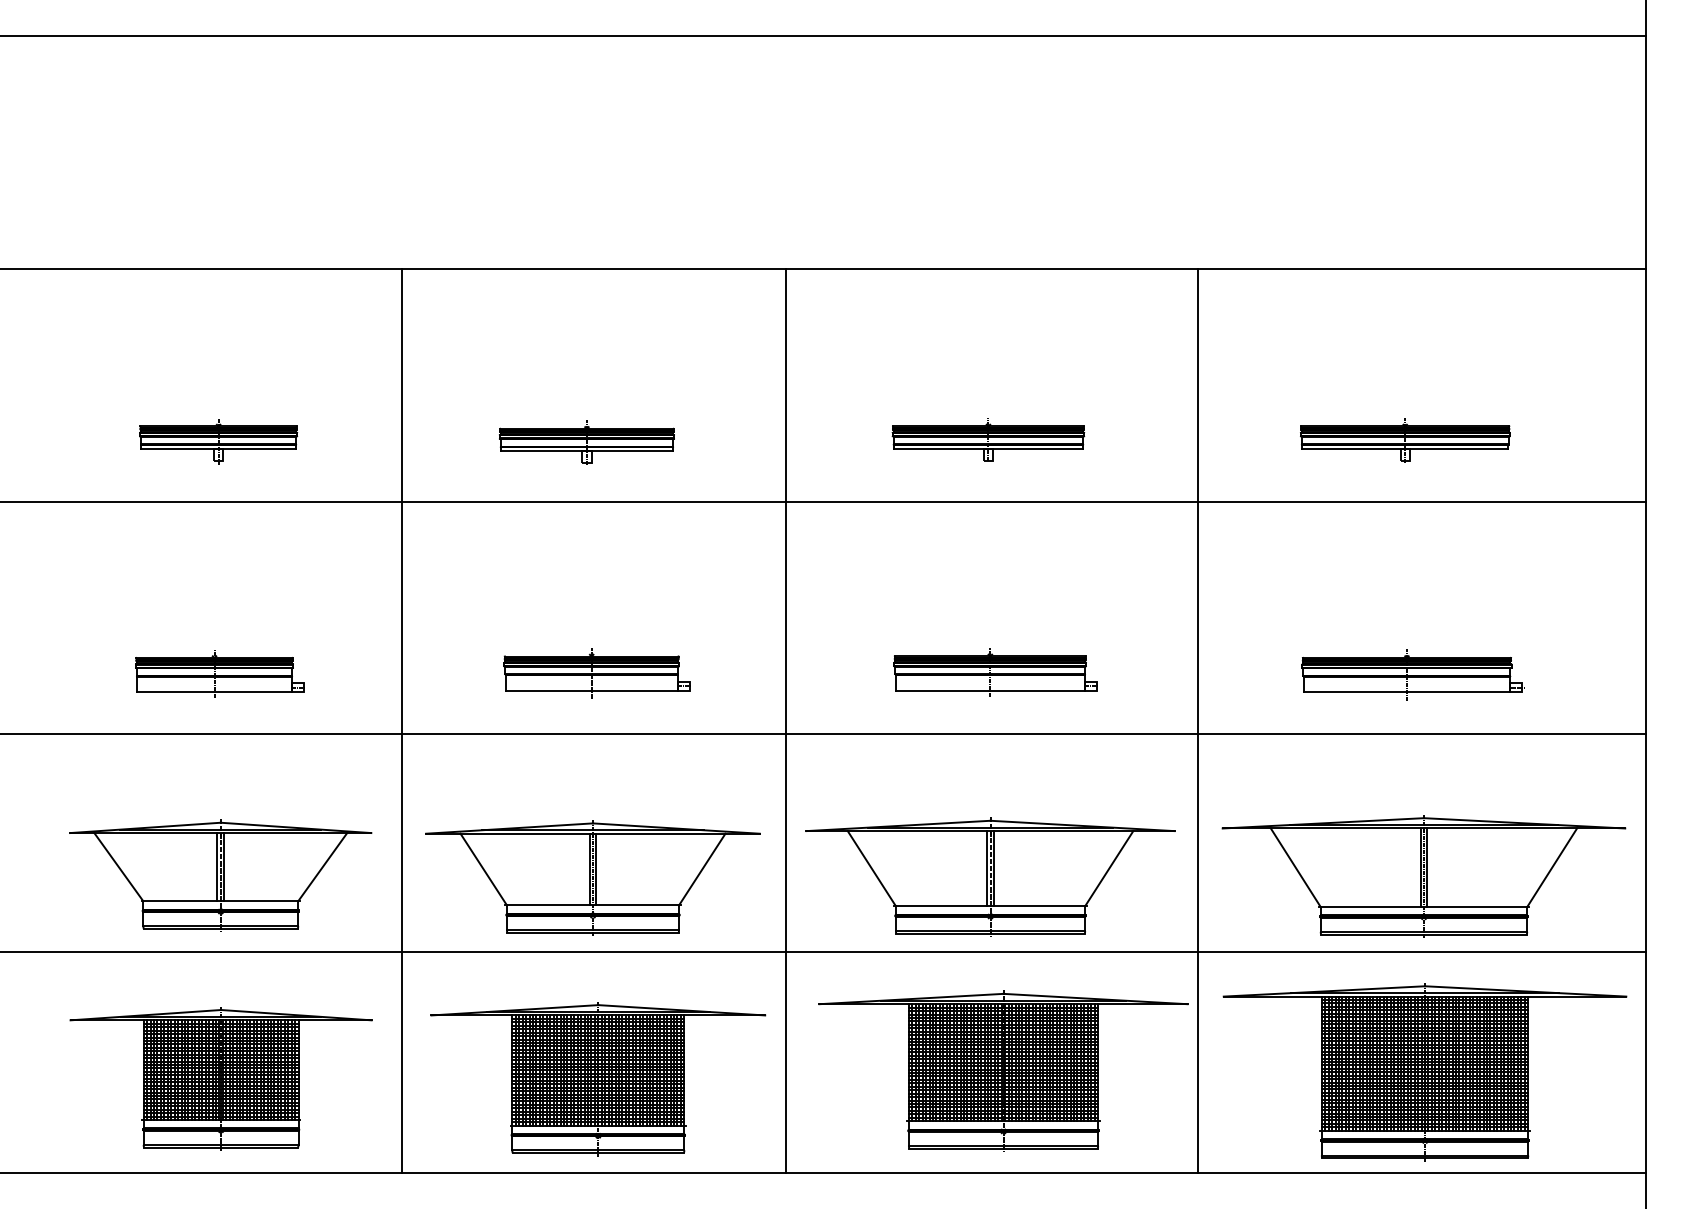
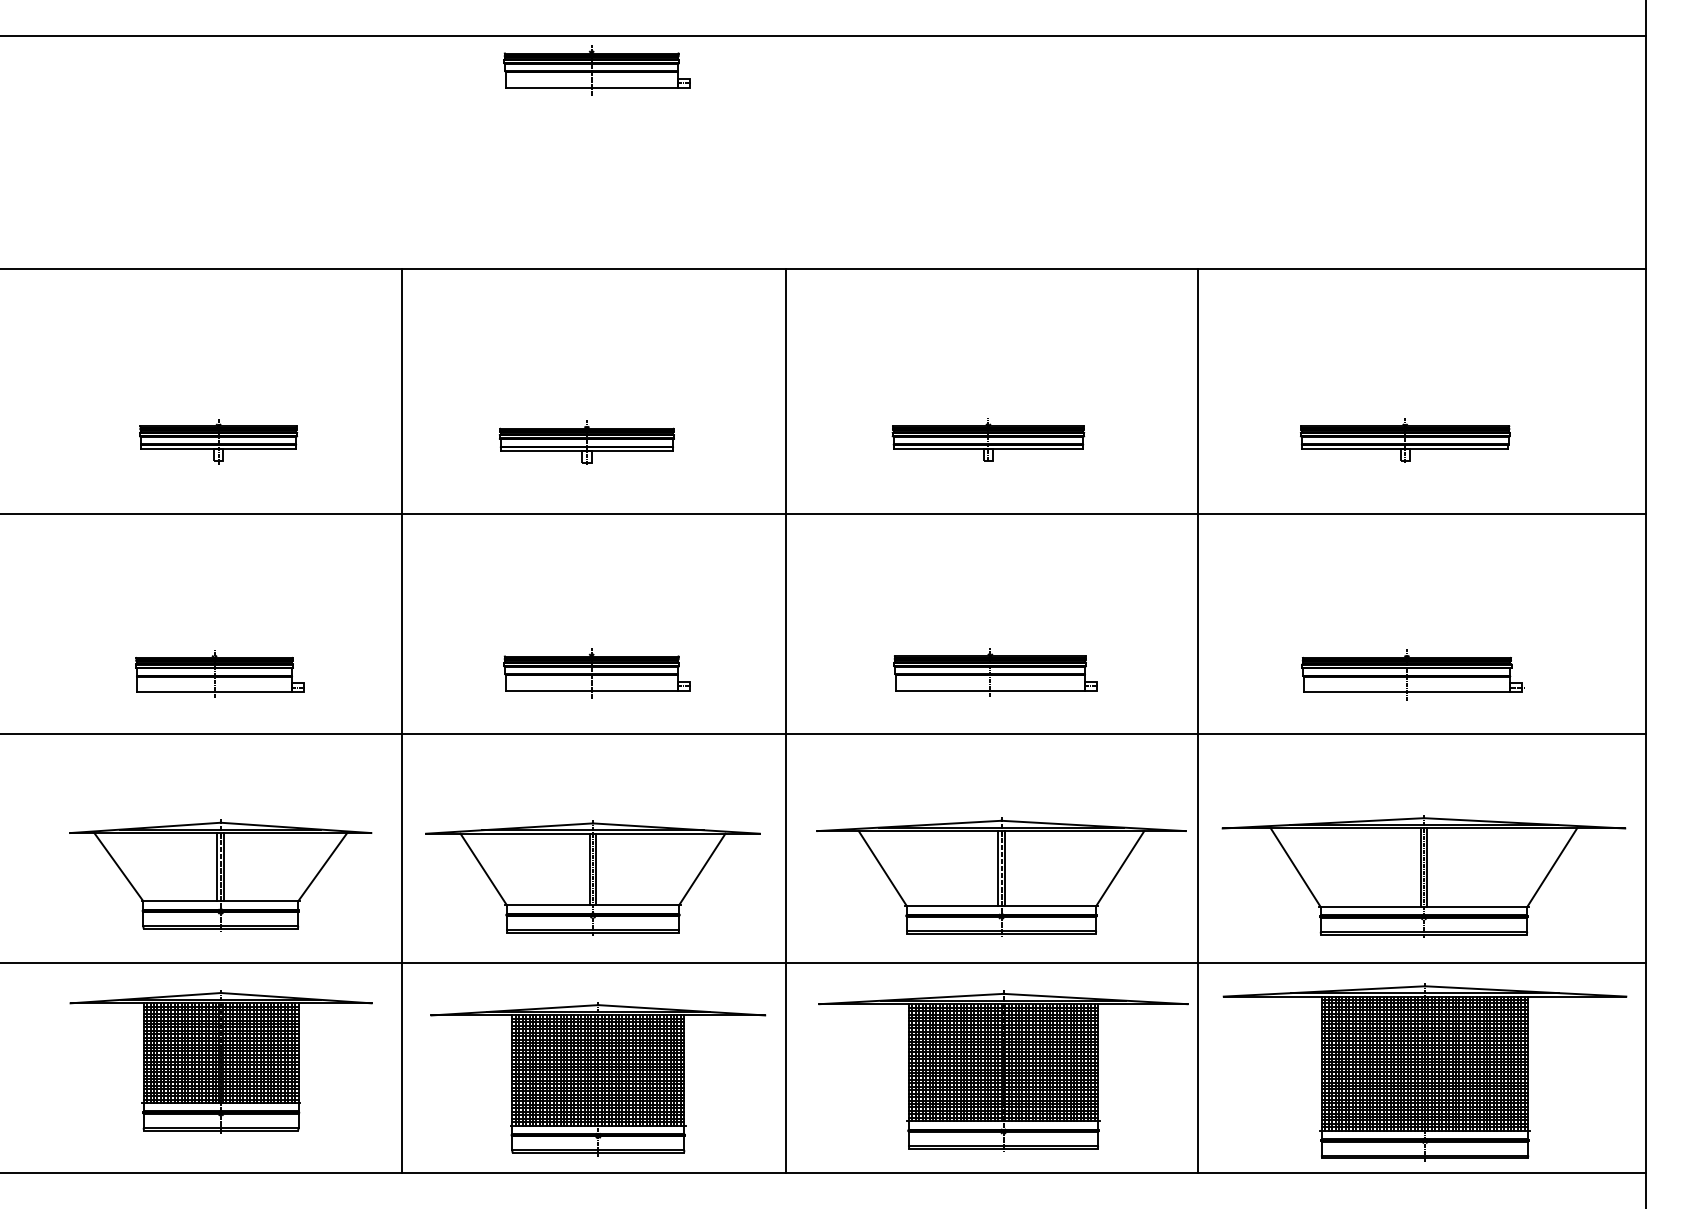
part at (596, 70): none -> present
line at (824, 501) position: (824, 501) -> (824, 513)
part at (990, 876) position: (990, 876) -> (1001, 876)
line at (824, 952) position: (824, 952) -> (824, 963)
part at (220, 1078) position: (220, 1078) -> (220, 1061)
